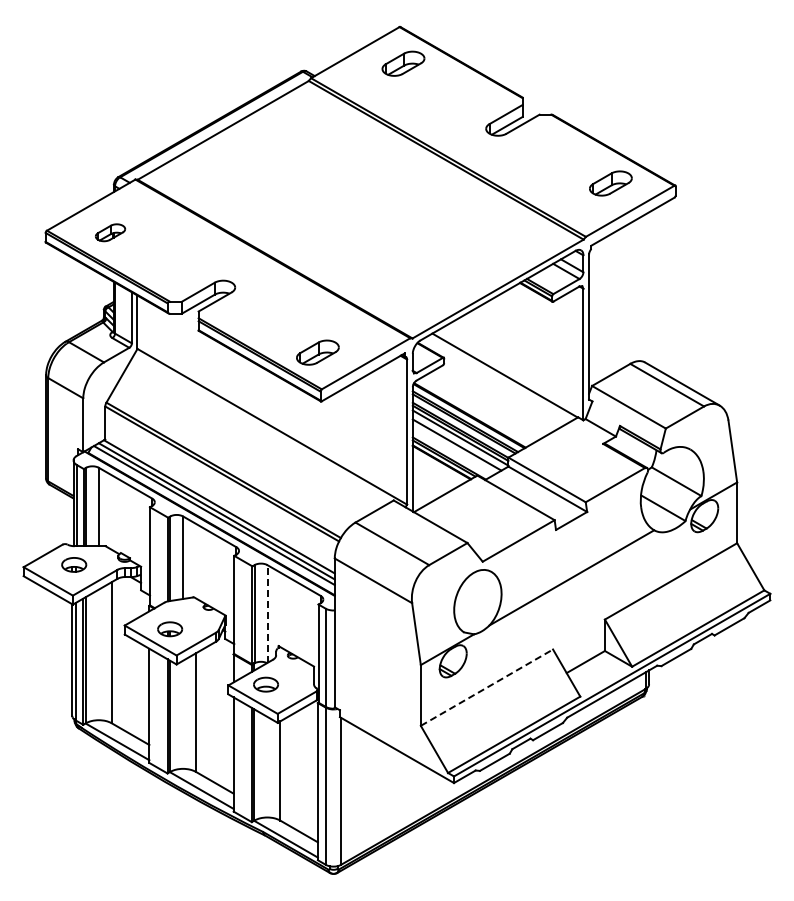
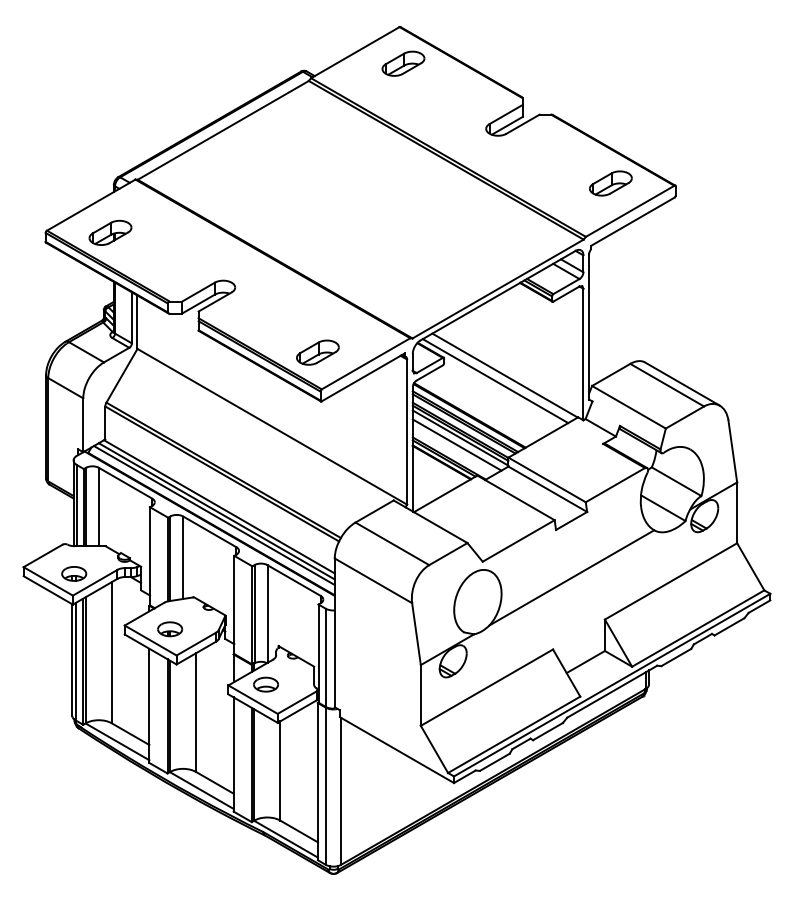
part at (110, 232) size: 32x20 px -> 45x27 px
line at (495, 381): none -> present
part at (74, 564) position: (74, 564) -> (74, 573)
line at (267, 614): dashed -> solid
line at (487, 687): dashed -> solid
